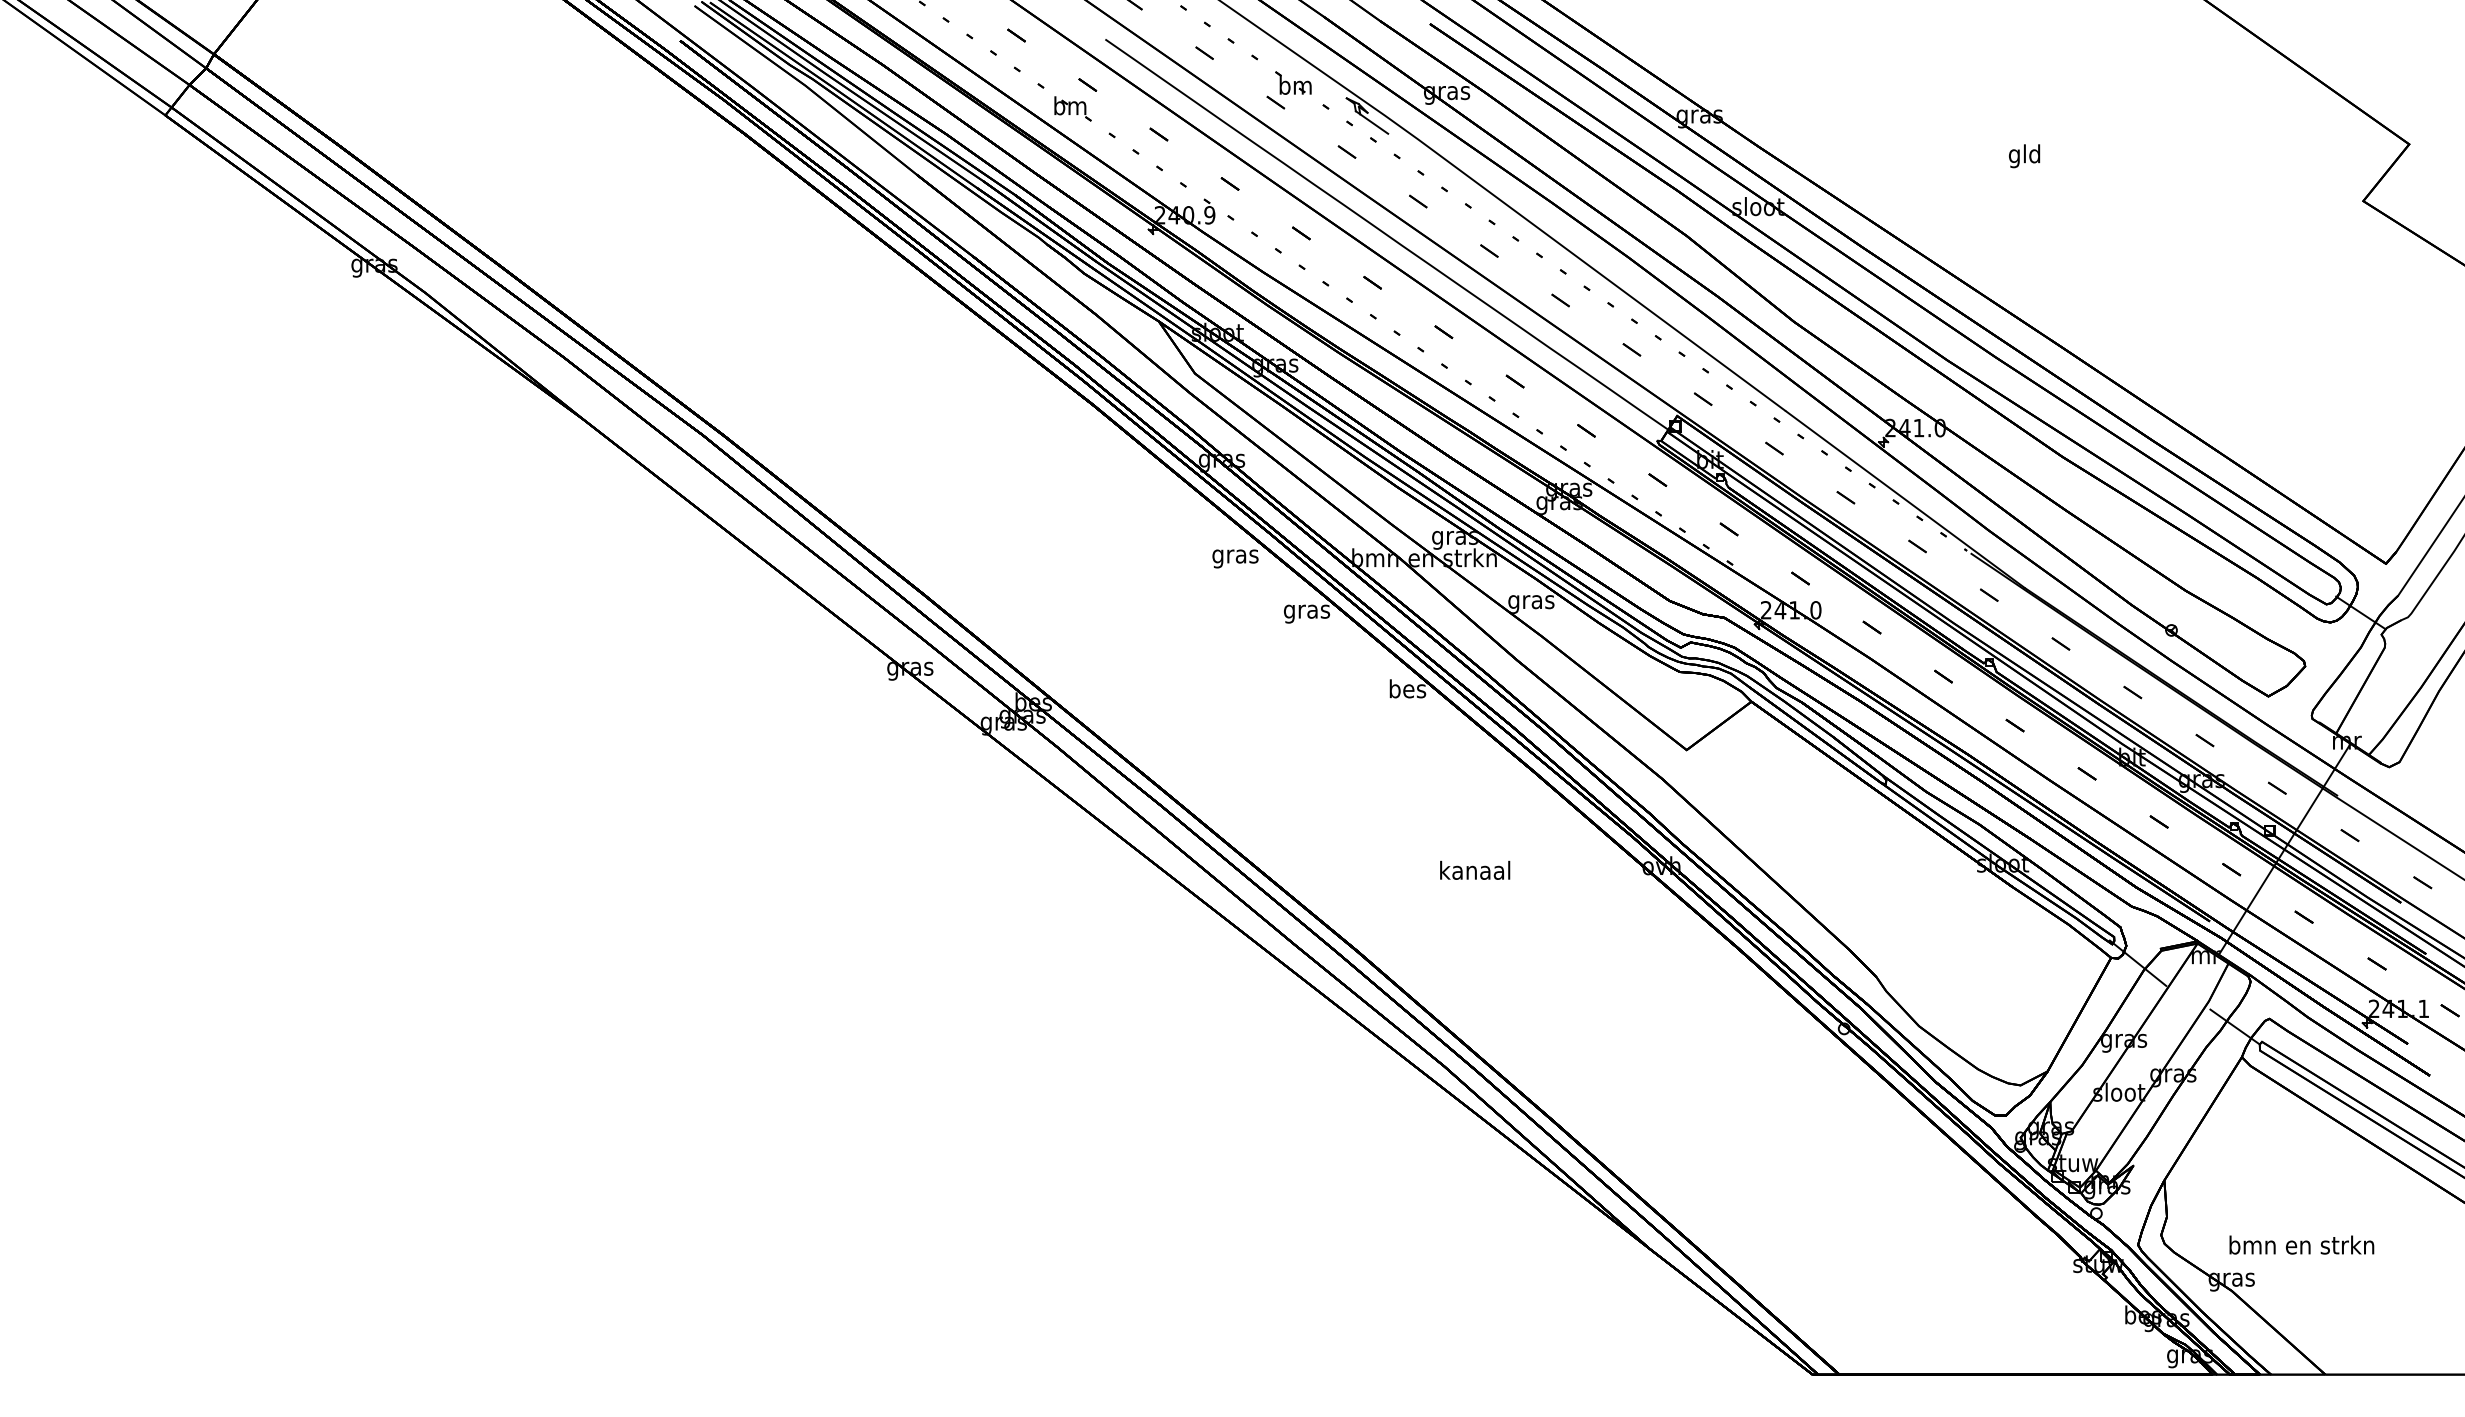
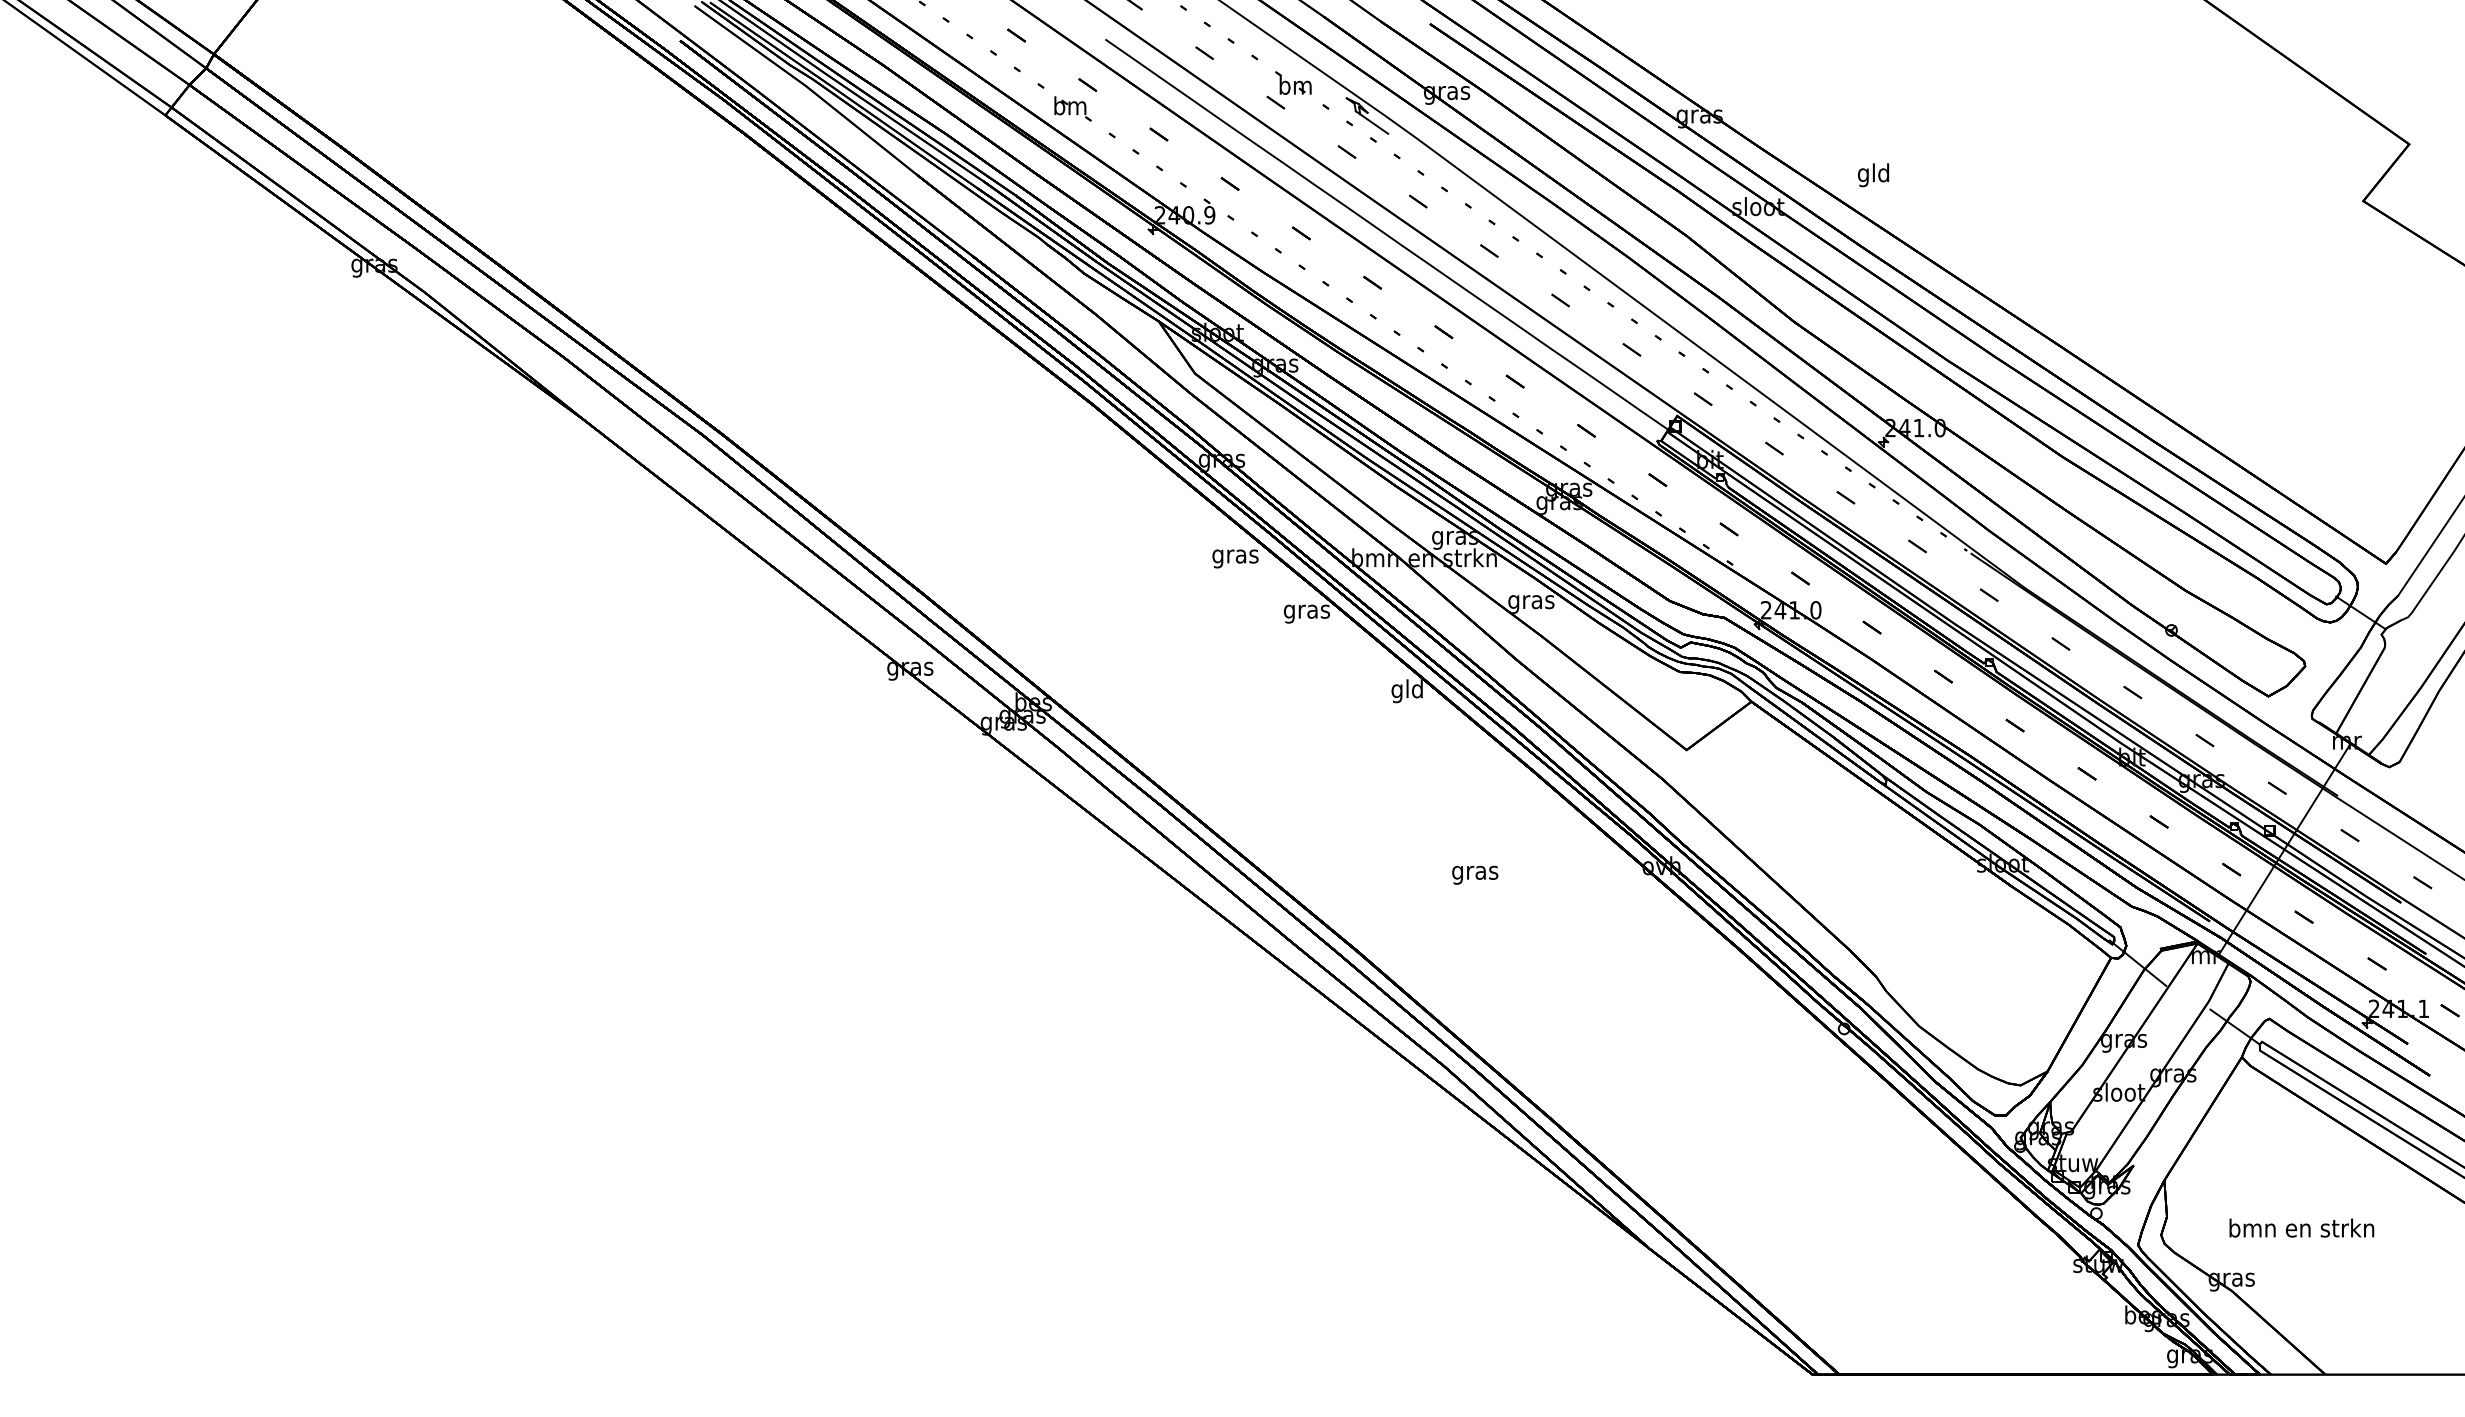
text at (2024, 156) position: (2024, 156) -> (1873, 175)
text at (1407, 691): bes -> gld
text at (1475, 872): kanaal -> gras
text at (2301, 1244) position: (2301, 1244) -> (2301, 1227)
